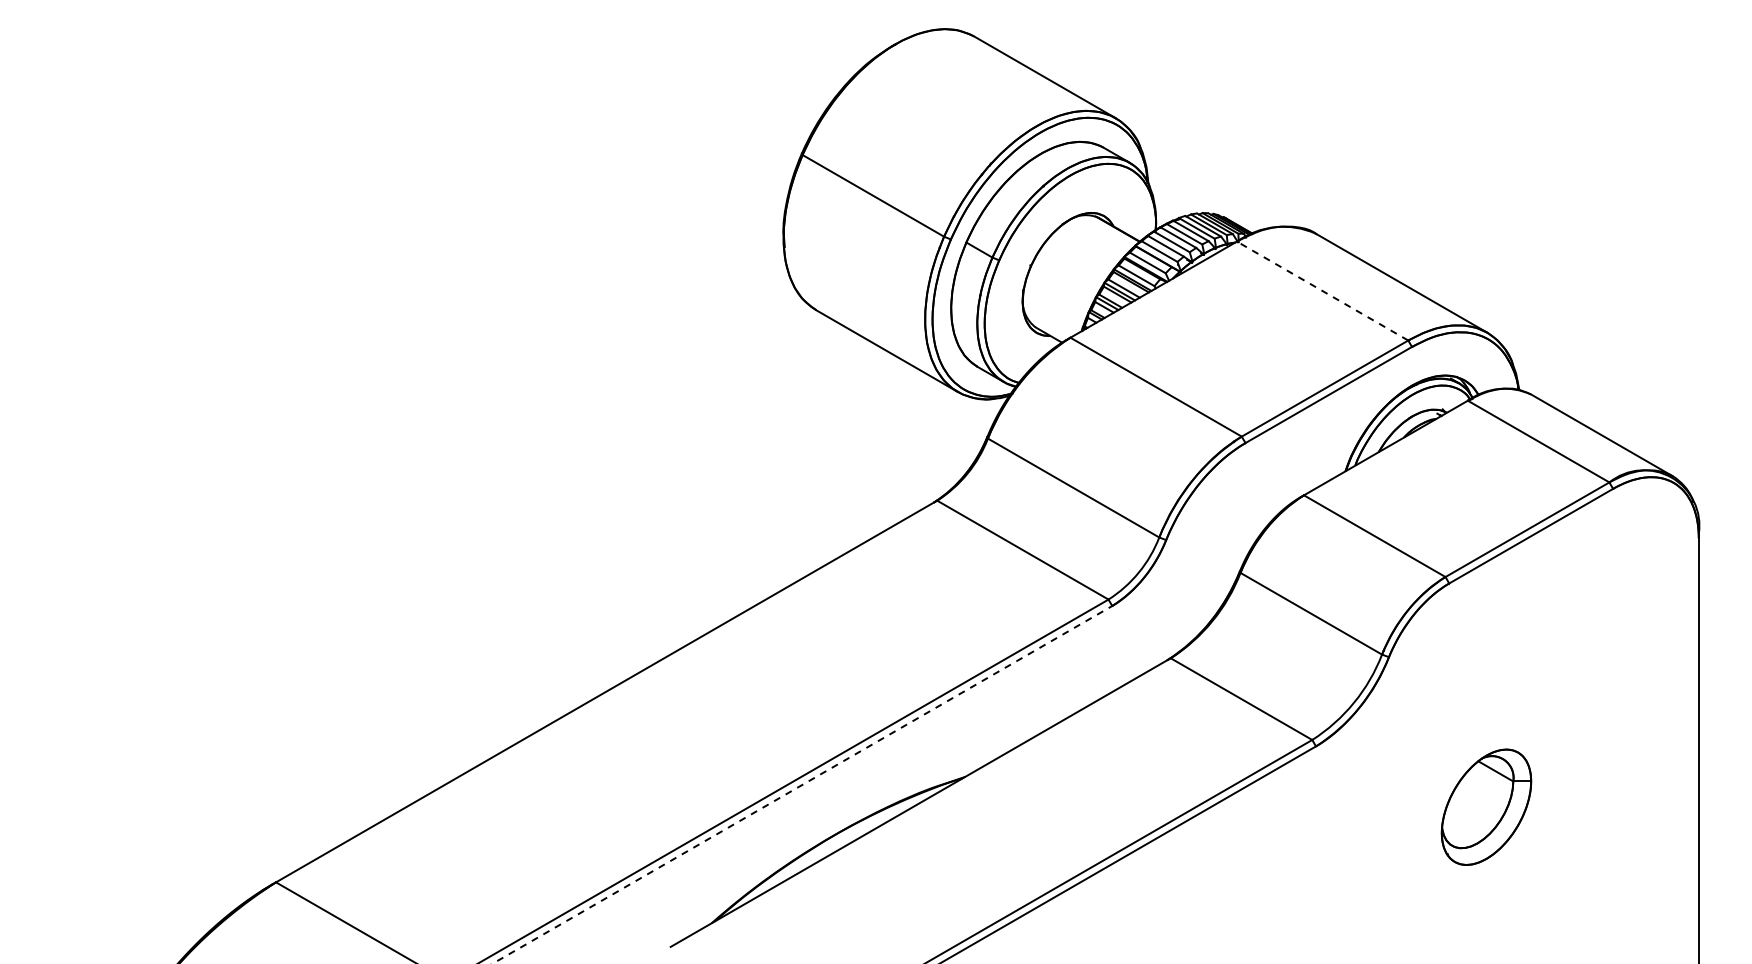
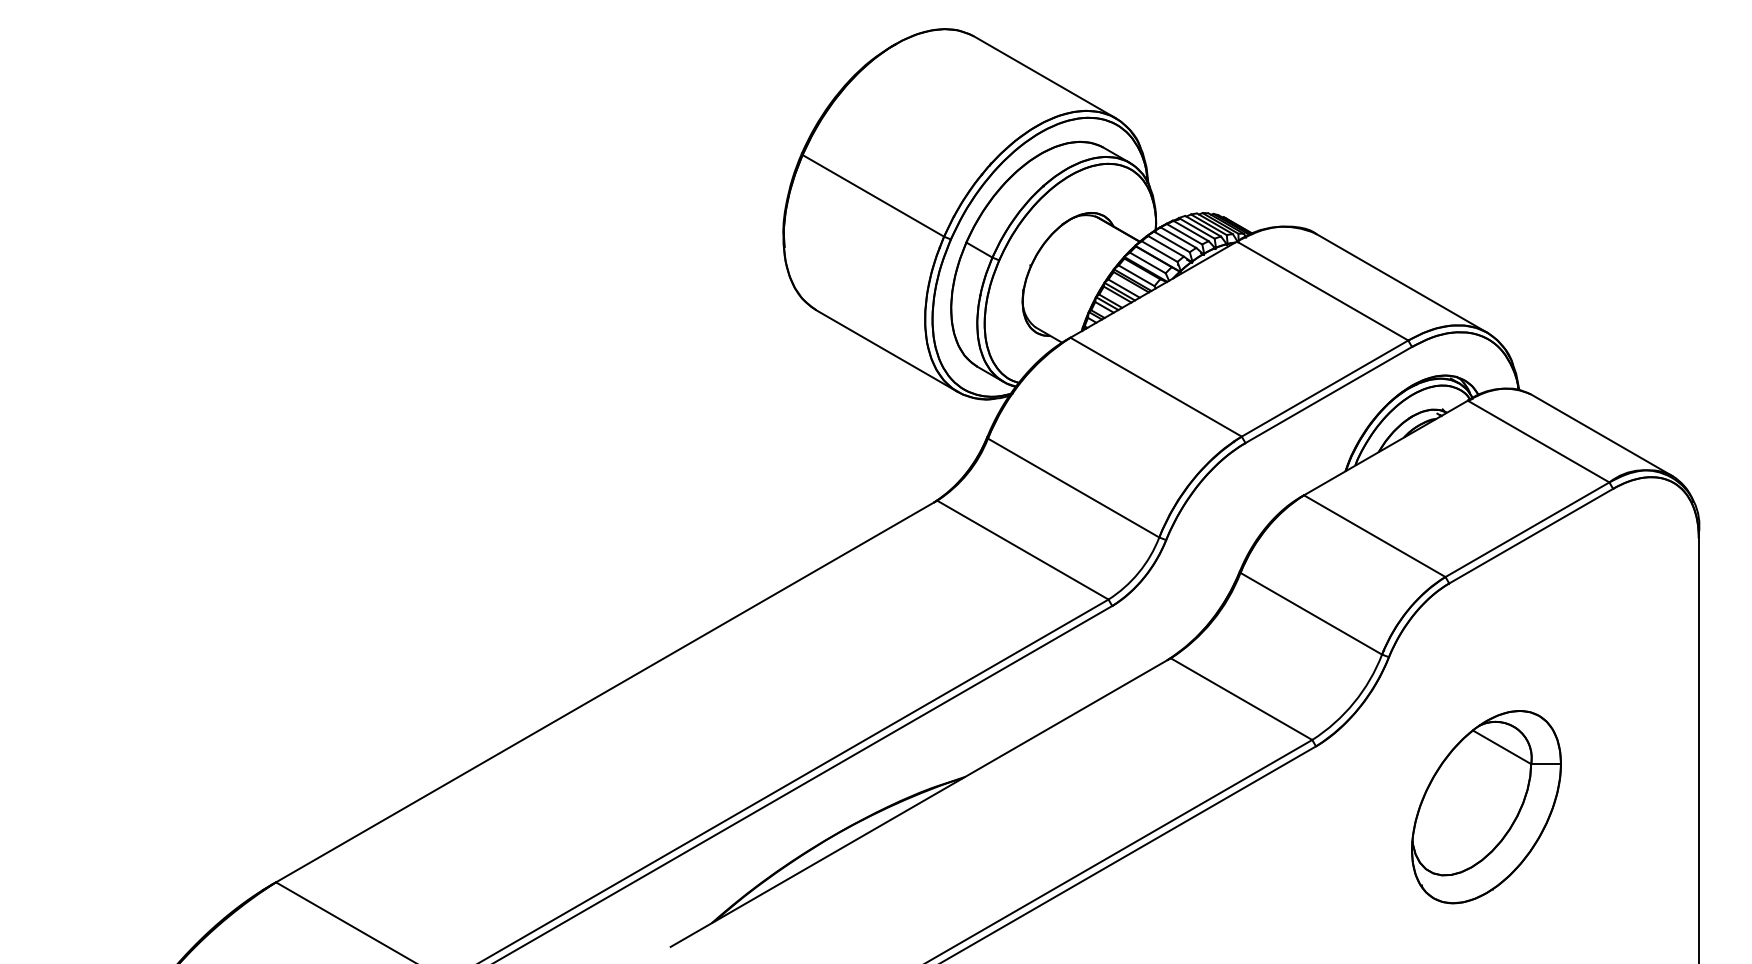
line at (1322, 291): dashed -> solid
line at (802, 784): dashed -> solid
part at (1486, 806) size: 93x118 px -> 151x195 px
